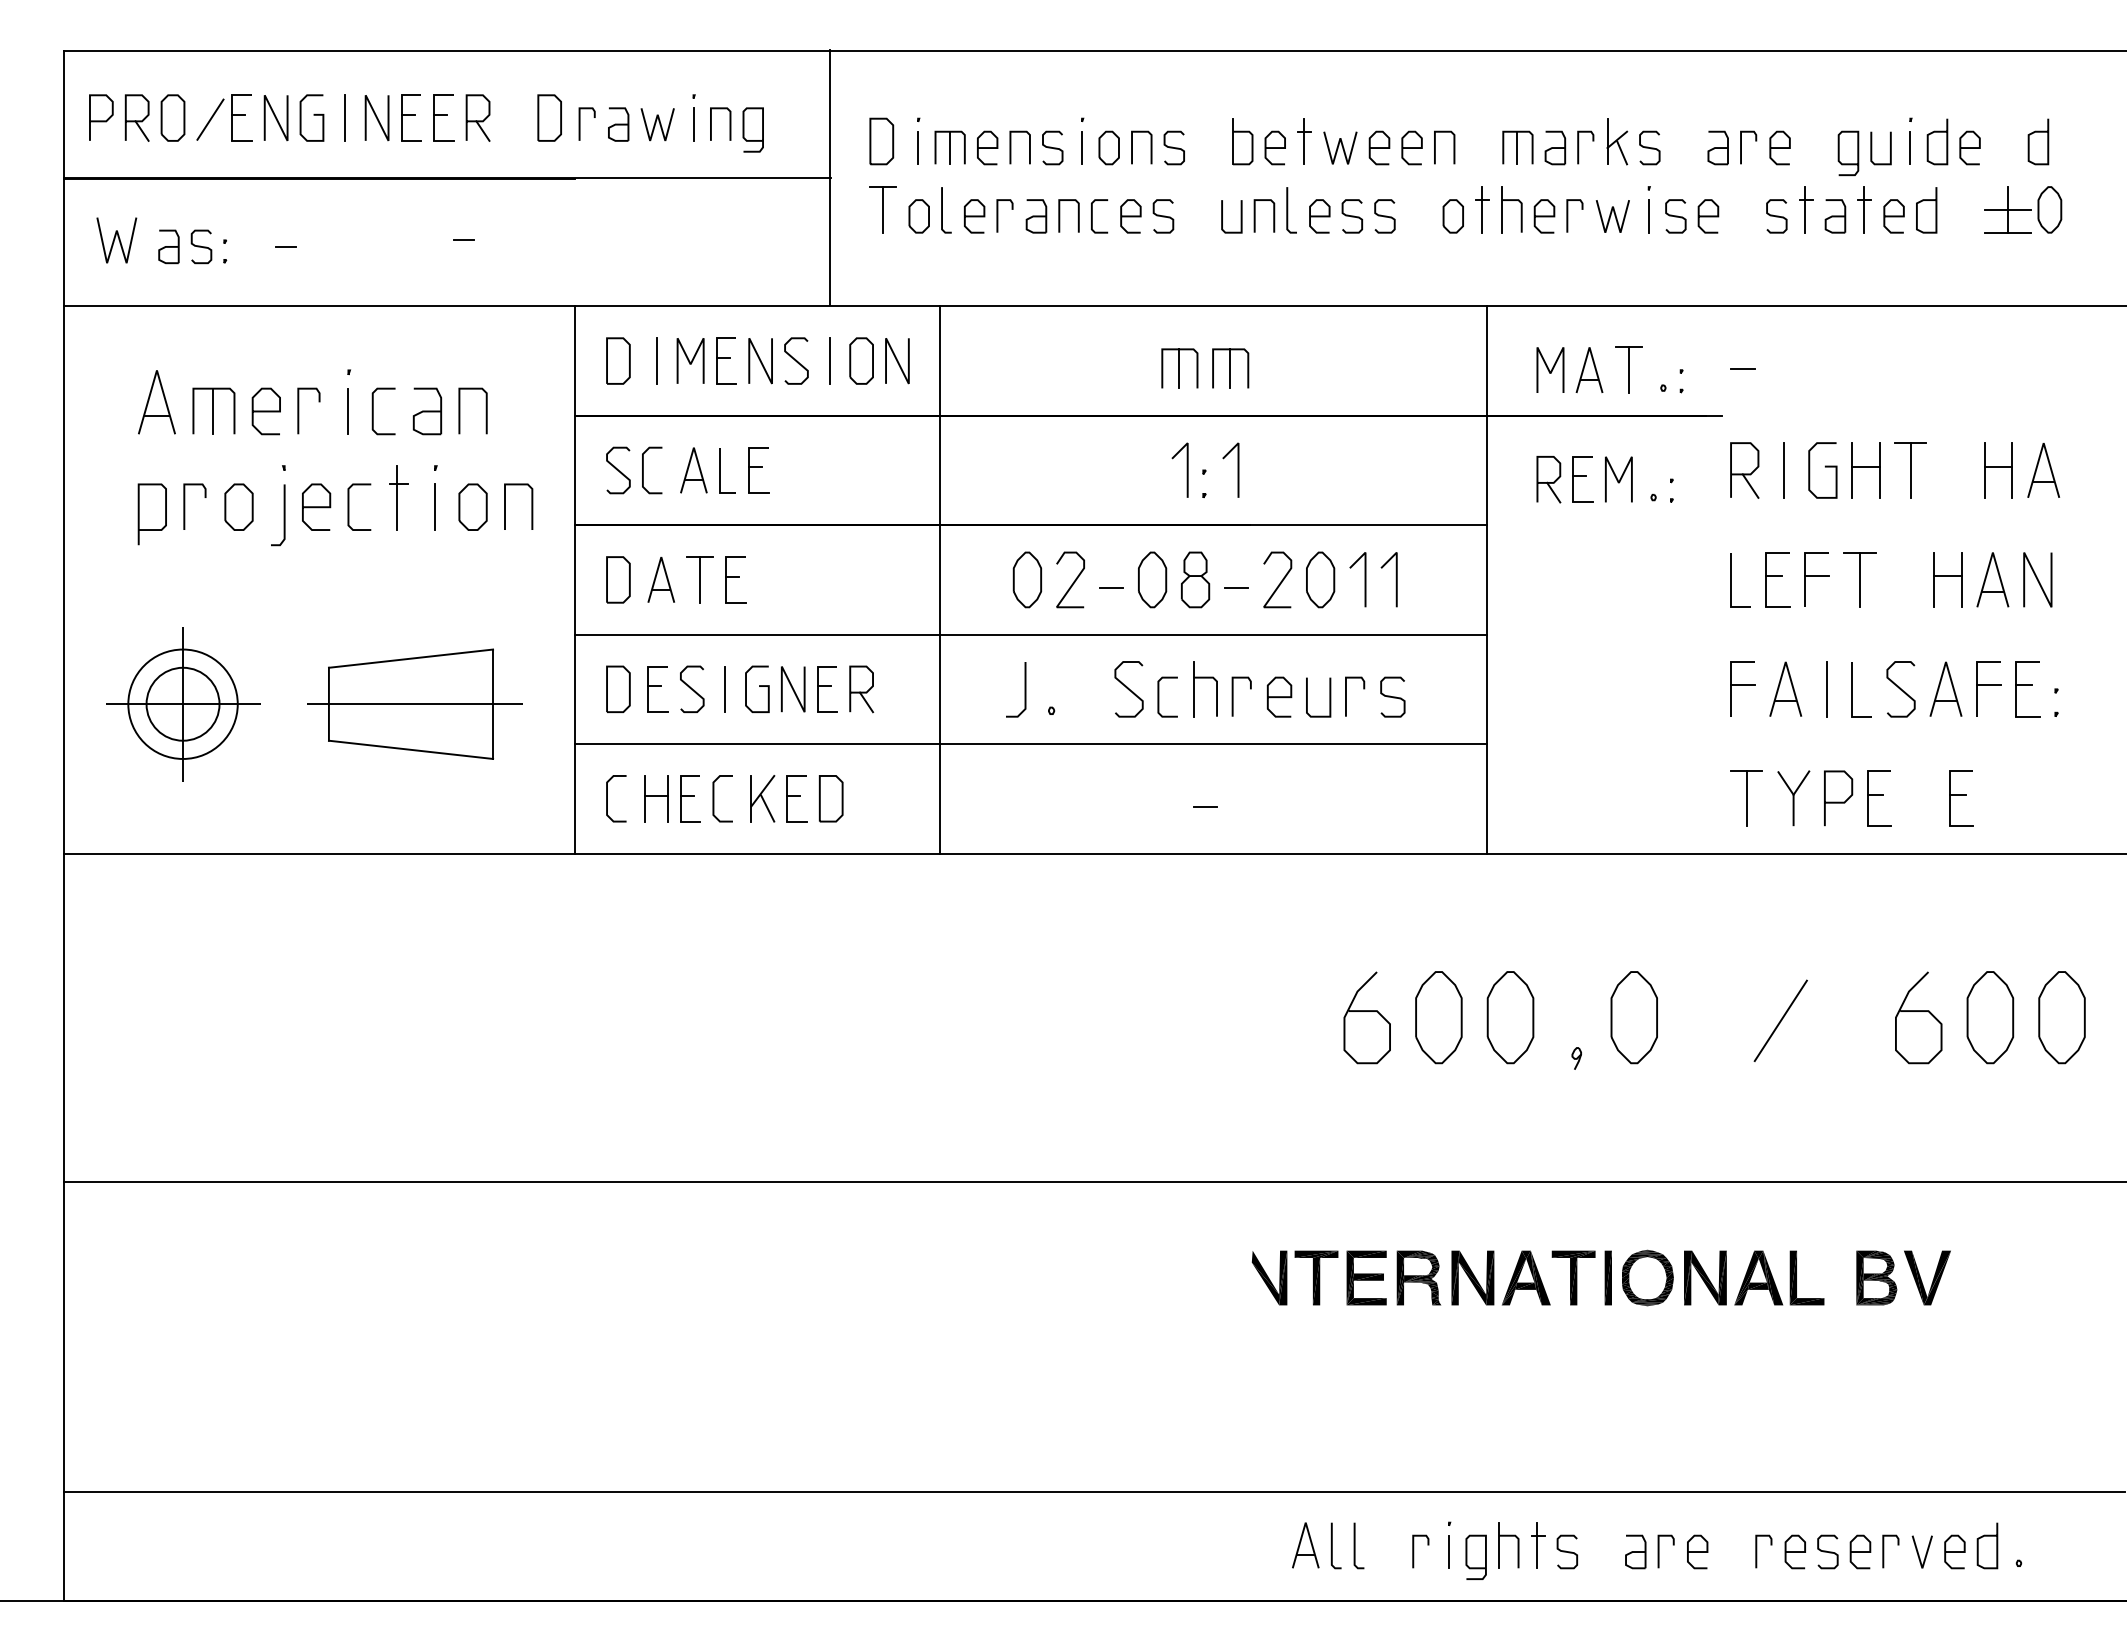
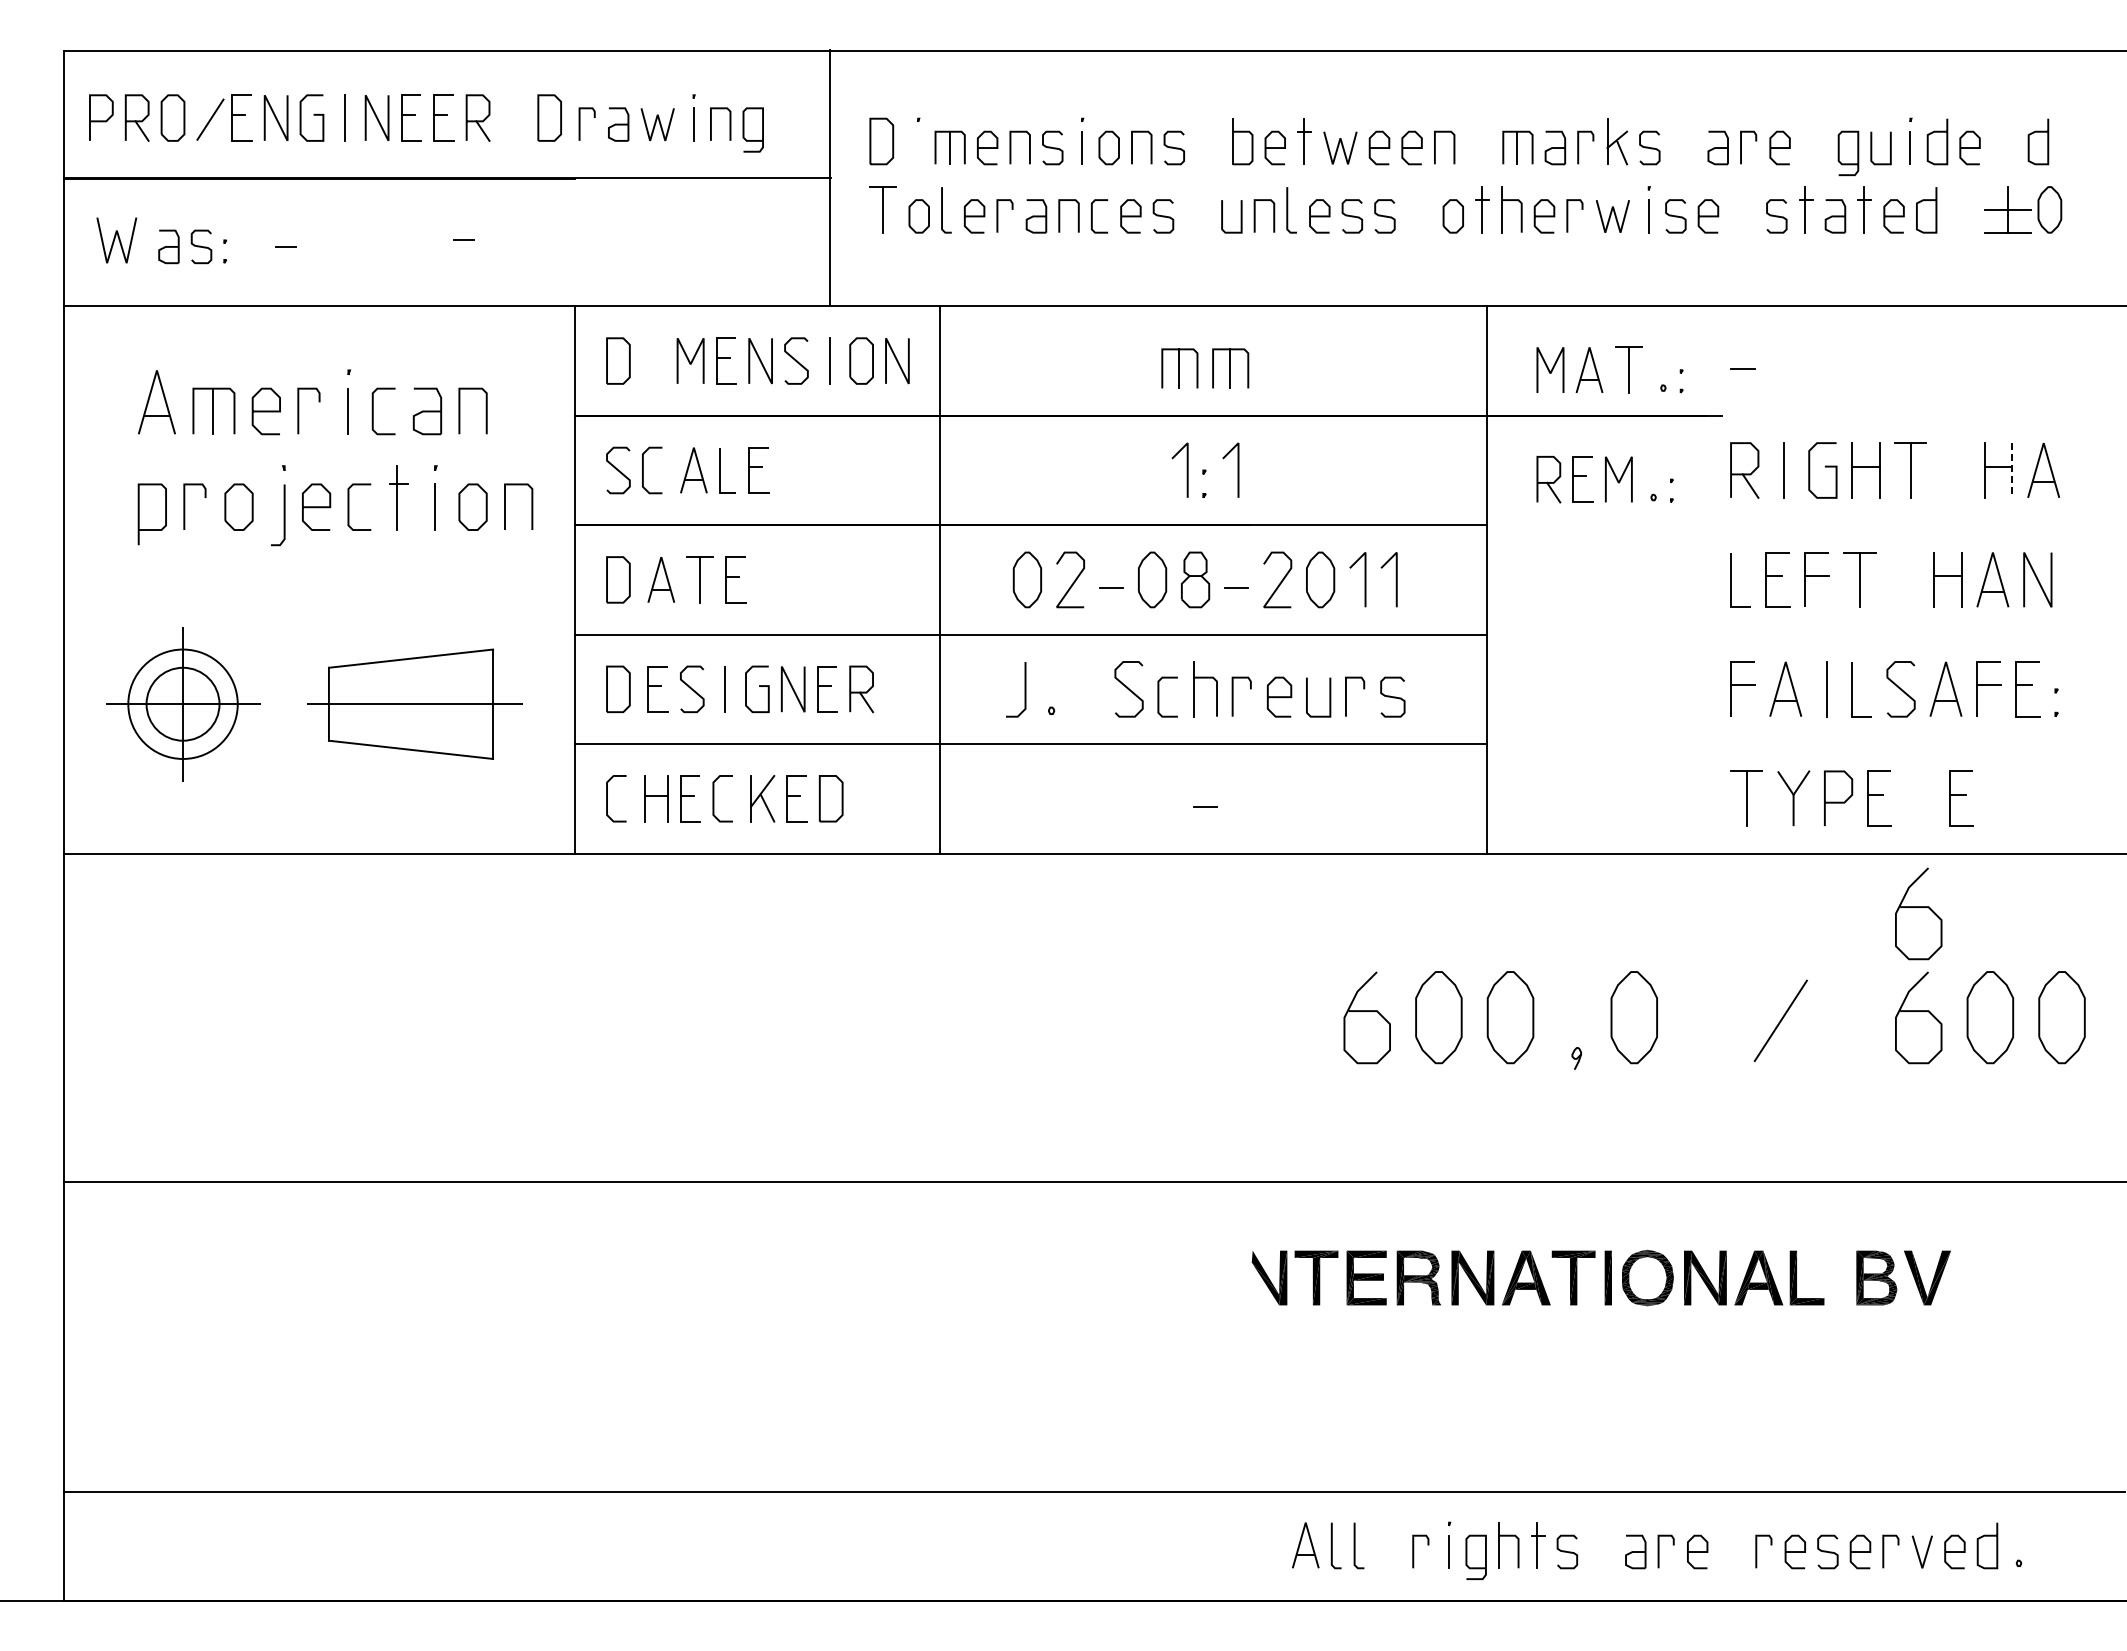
line at (918, 147): present -> none
line at (656, 360): present -> none
line at (2012, 471): solid -> dashed
curve at (1918, 907): none -> present
